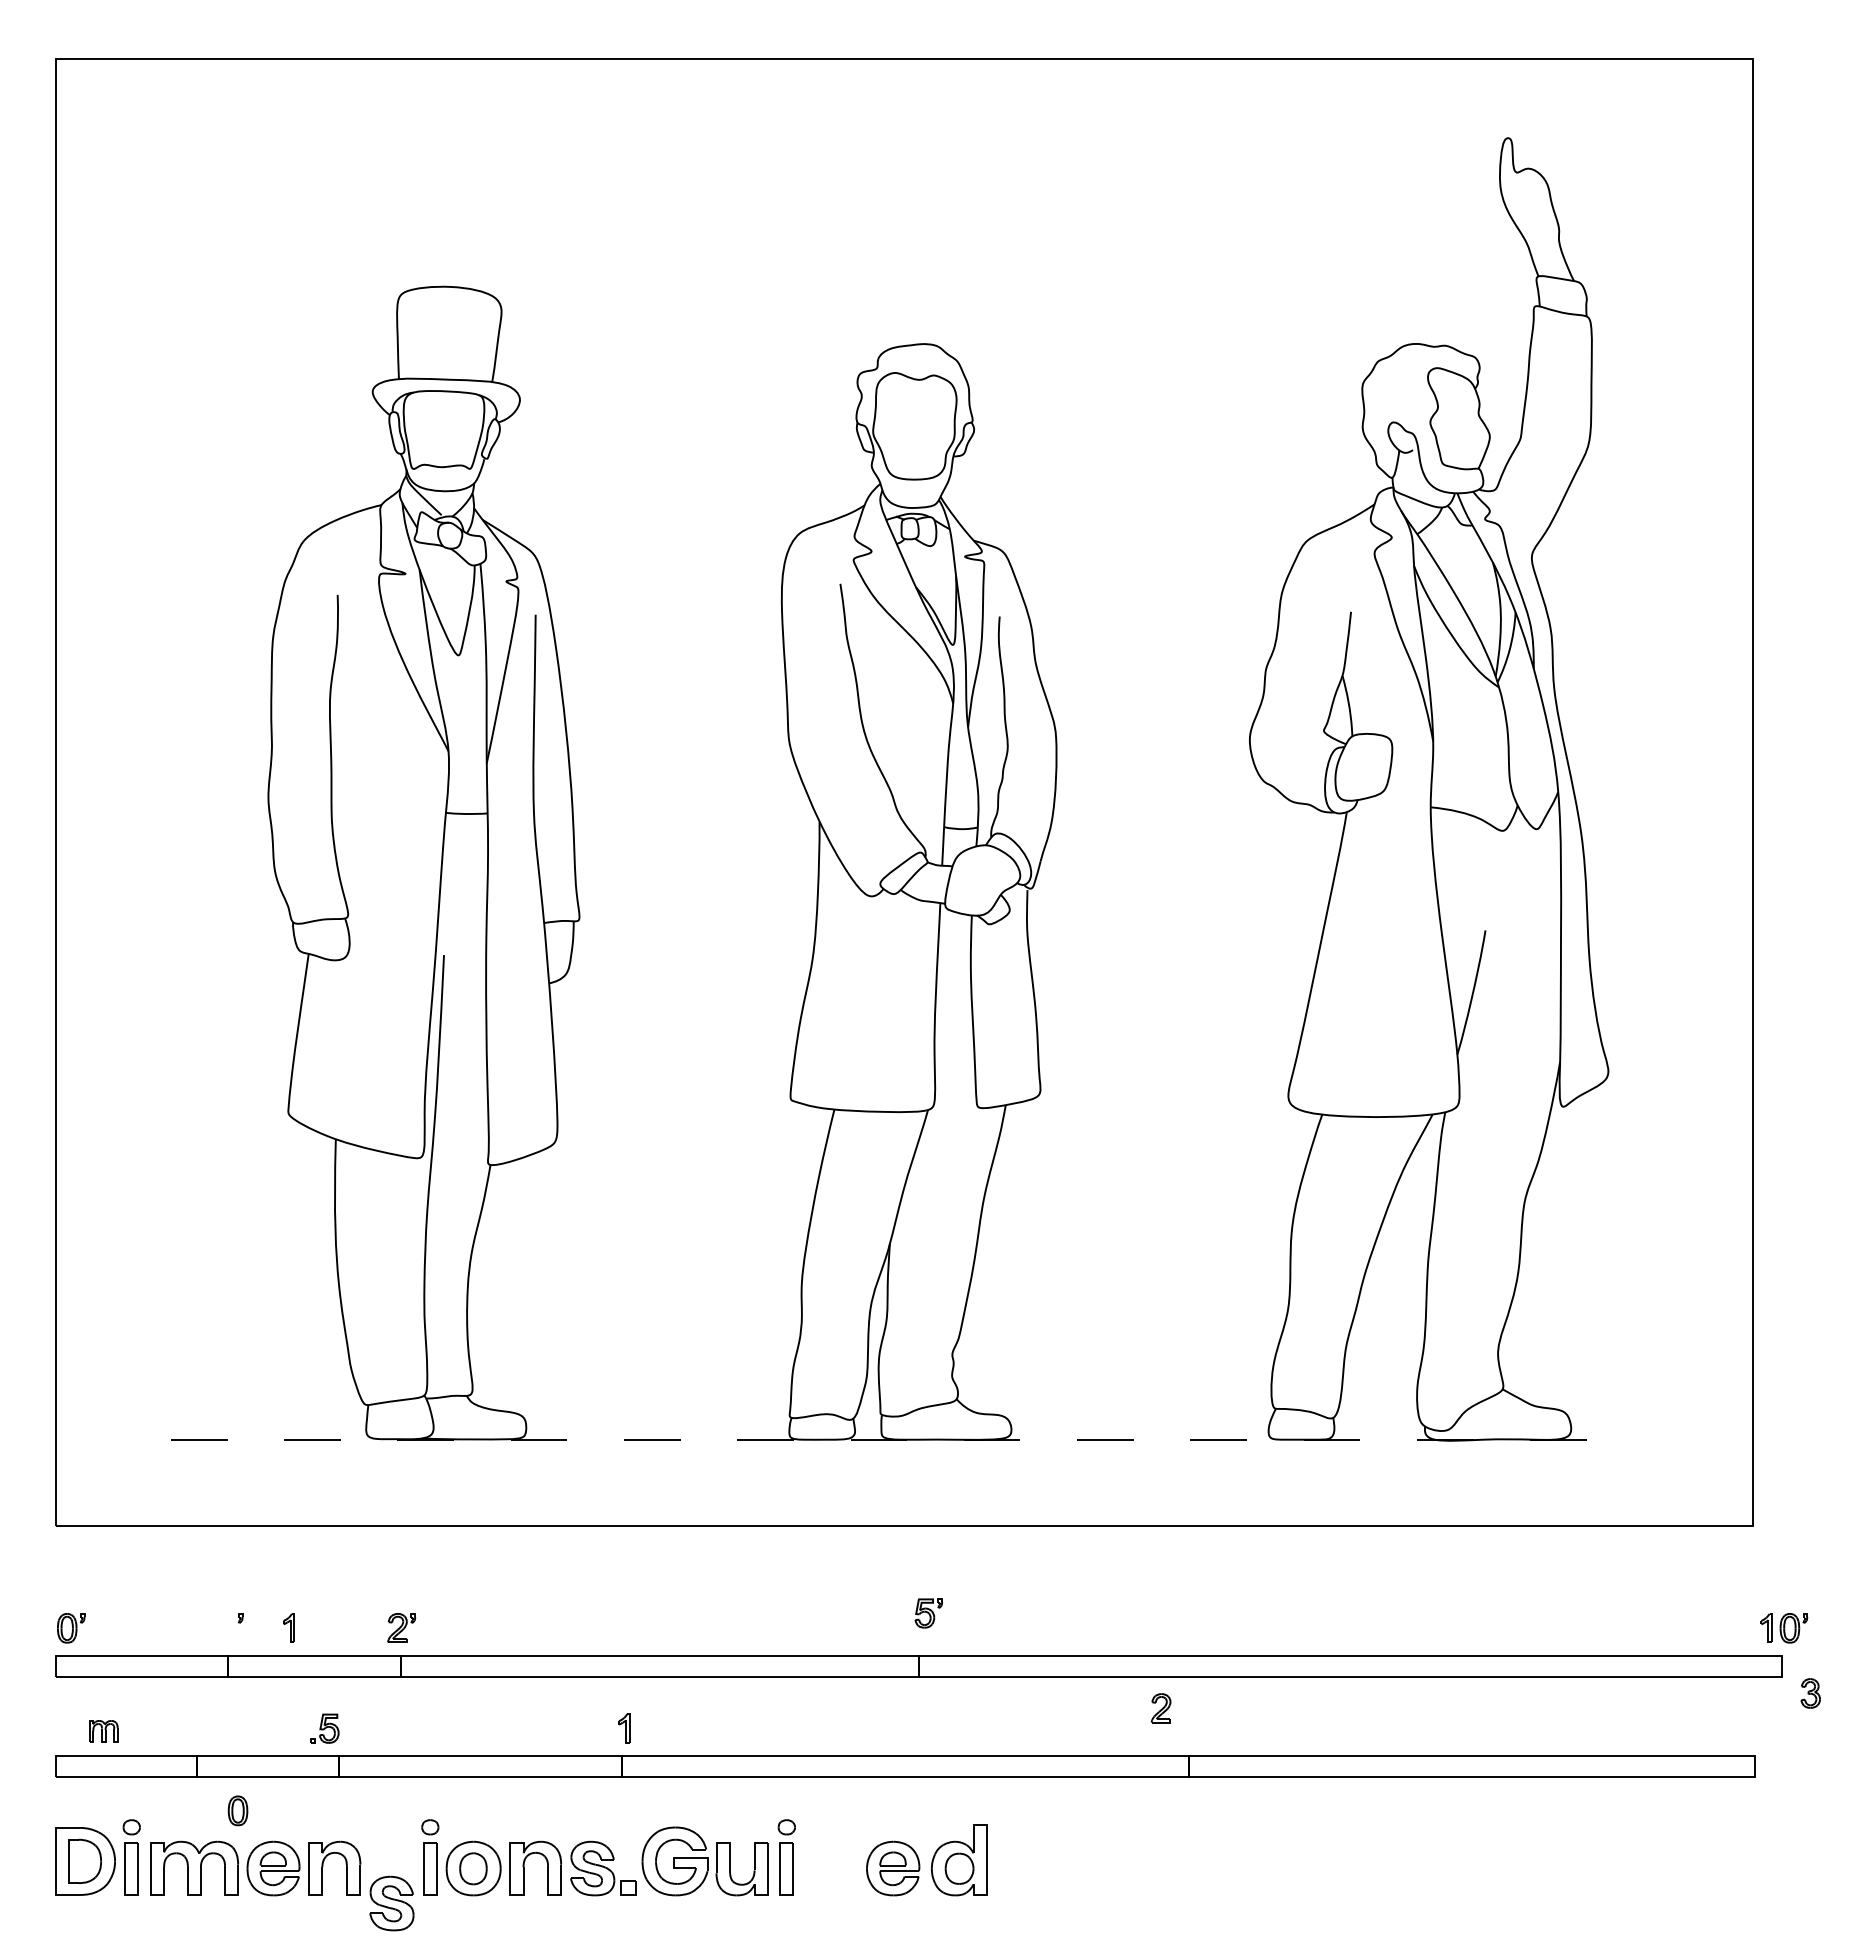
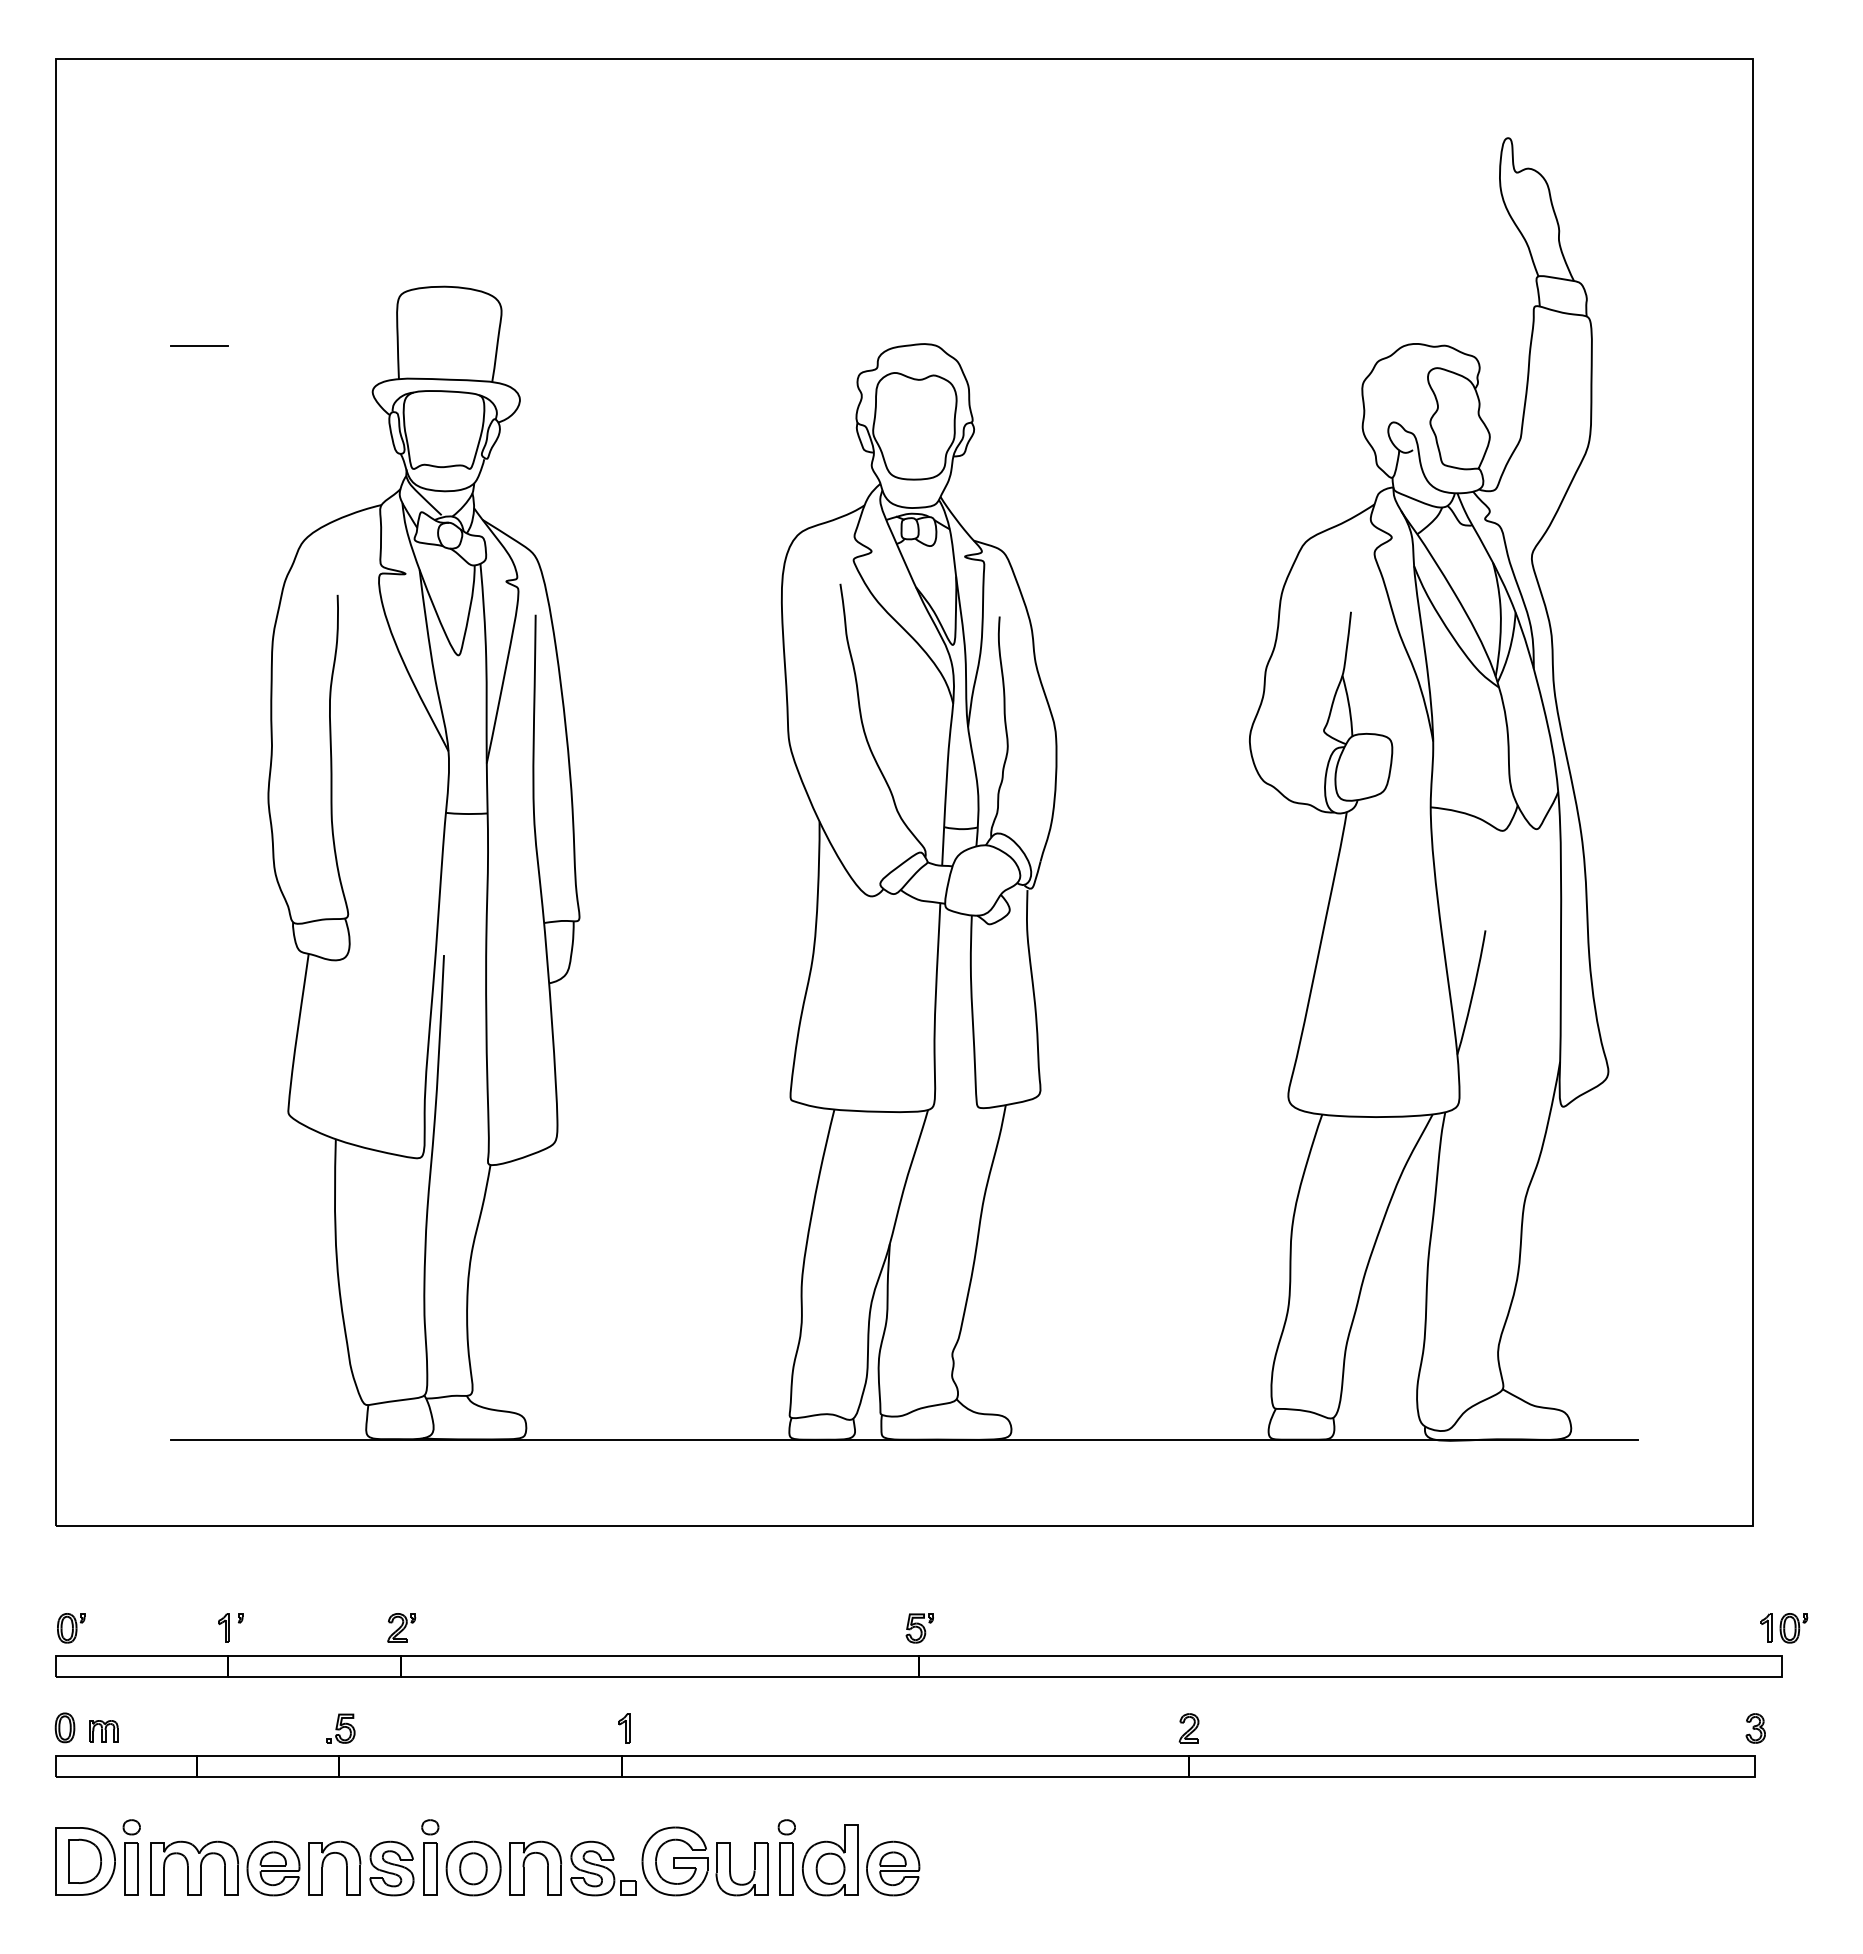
line at (199, 346): none -> present
line at (904, 1439): dashed -> solid
part at (928, 1613) position: (928, 1613) -> (919, 1628)
part at (288, 1627) position: (288, 1627) -> (223, 1627)
part at (1810, 1693) position: (1810, 1693) -> (1755, 1728)
part at (1160, 1708) position: (1160, 1708) -> (1188, 1728)
part at (324, 1728) position: (324, 1728) -> (340, 1728)
part at (237, 1810) position: (237, 1810) -> (64, 1727)
part at (959, 1860) position: (959, 1860) -> (830, 1860)
part at (391, 1903) position: (391, 1903) -> (391, 1868)
